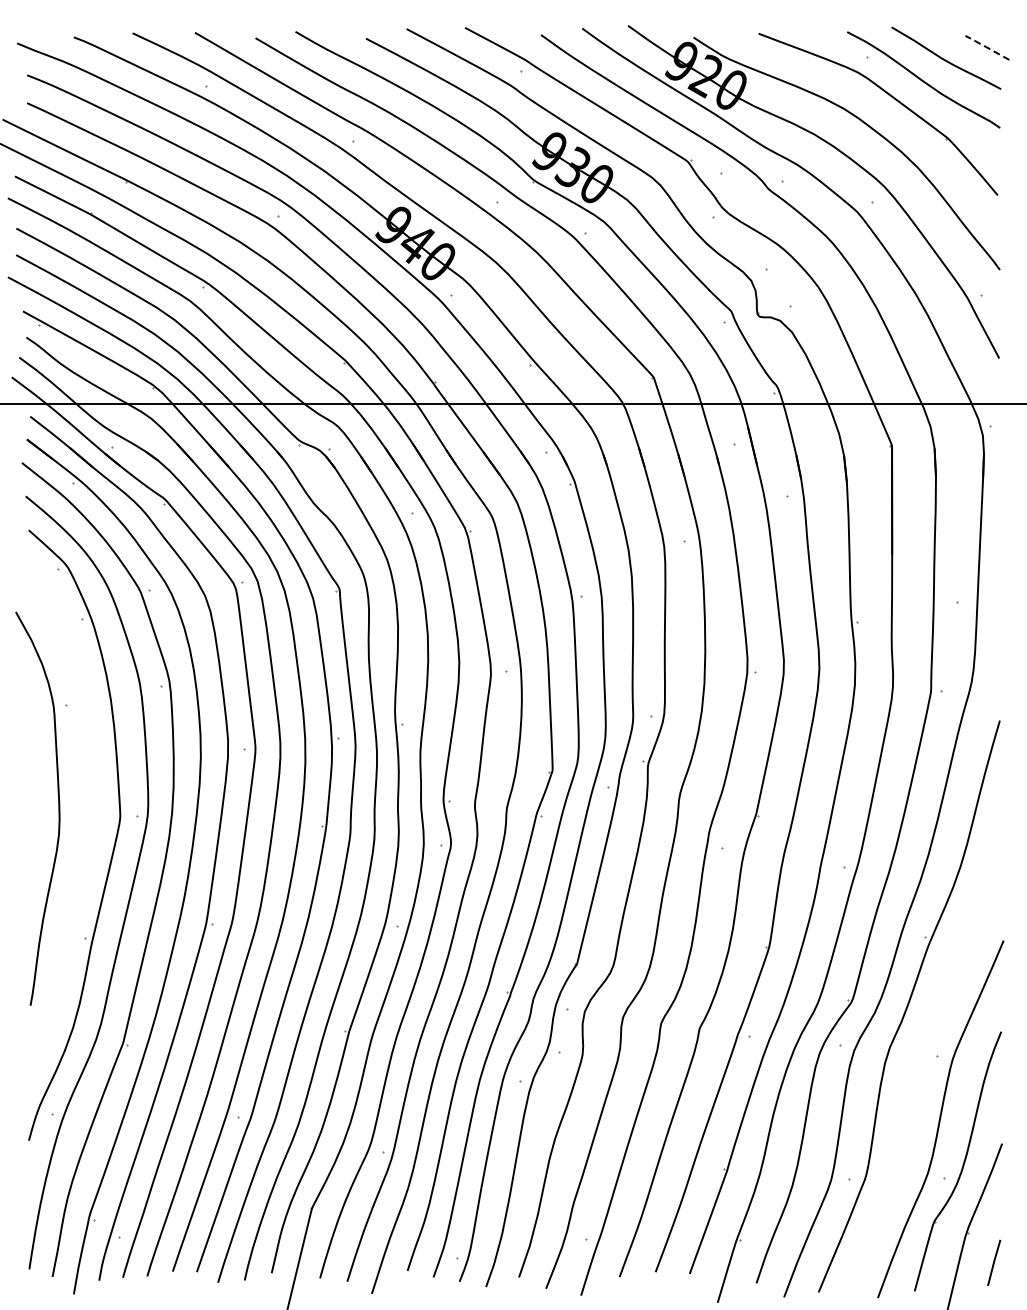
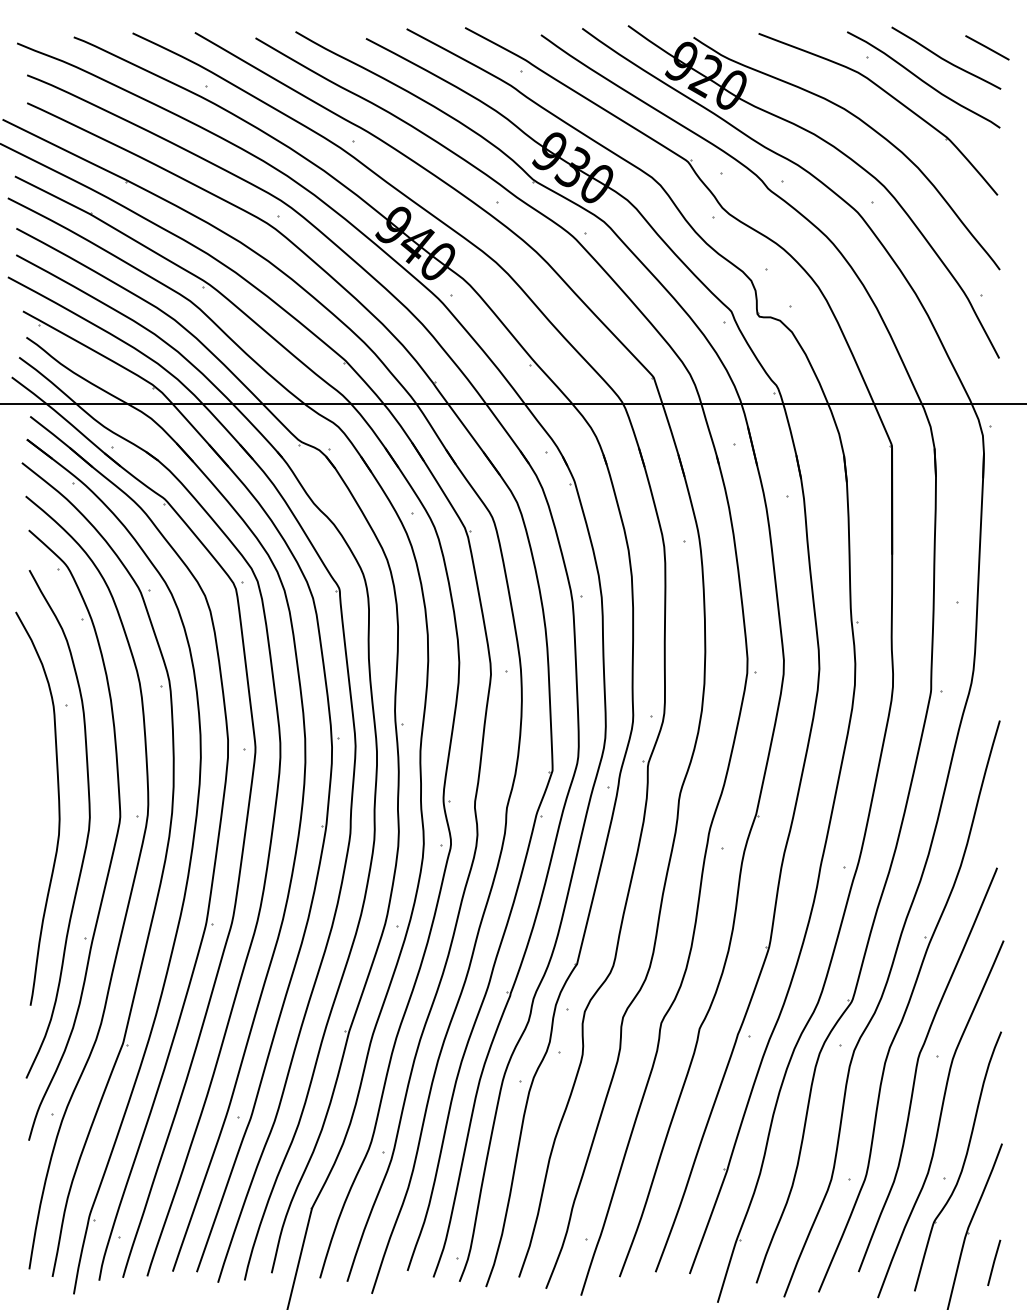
line at (987, 47): dashed -> solid
curve at (87, 831): none -> present
curve at (917, 1069): none -> present
